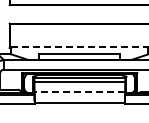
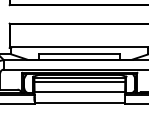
line at (78, 46): dashed -> solid
line at (79, 92): dashed -> solid
